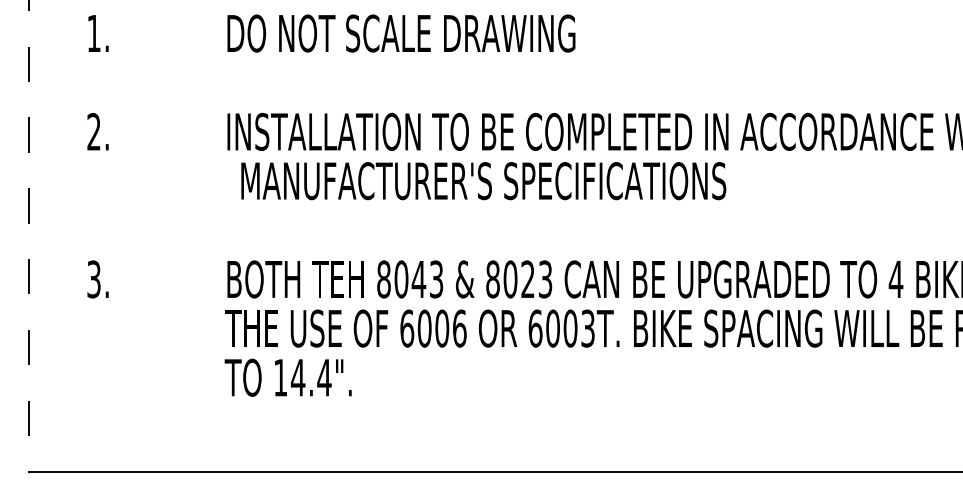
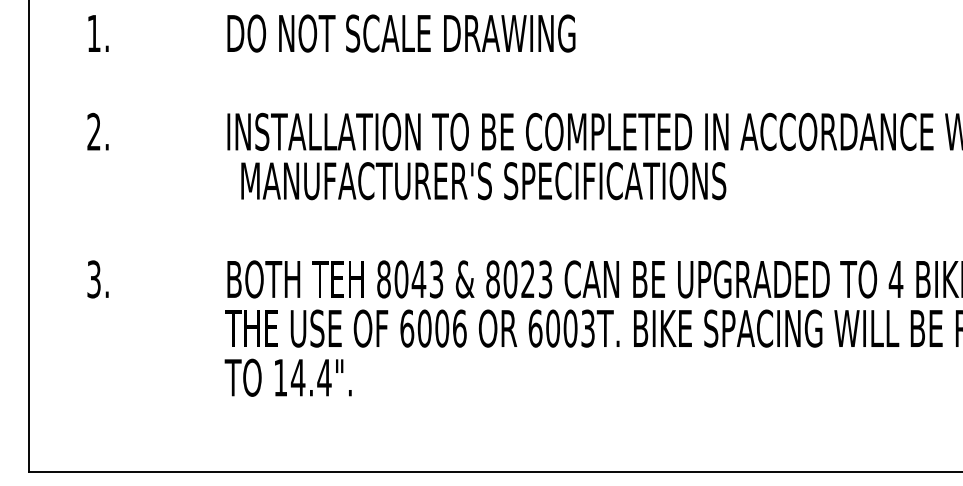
line at (28, 236): dashed -> solid
